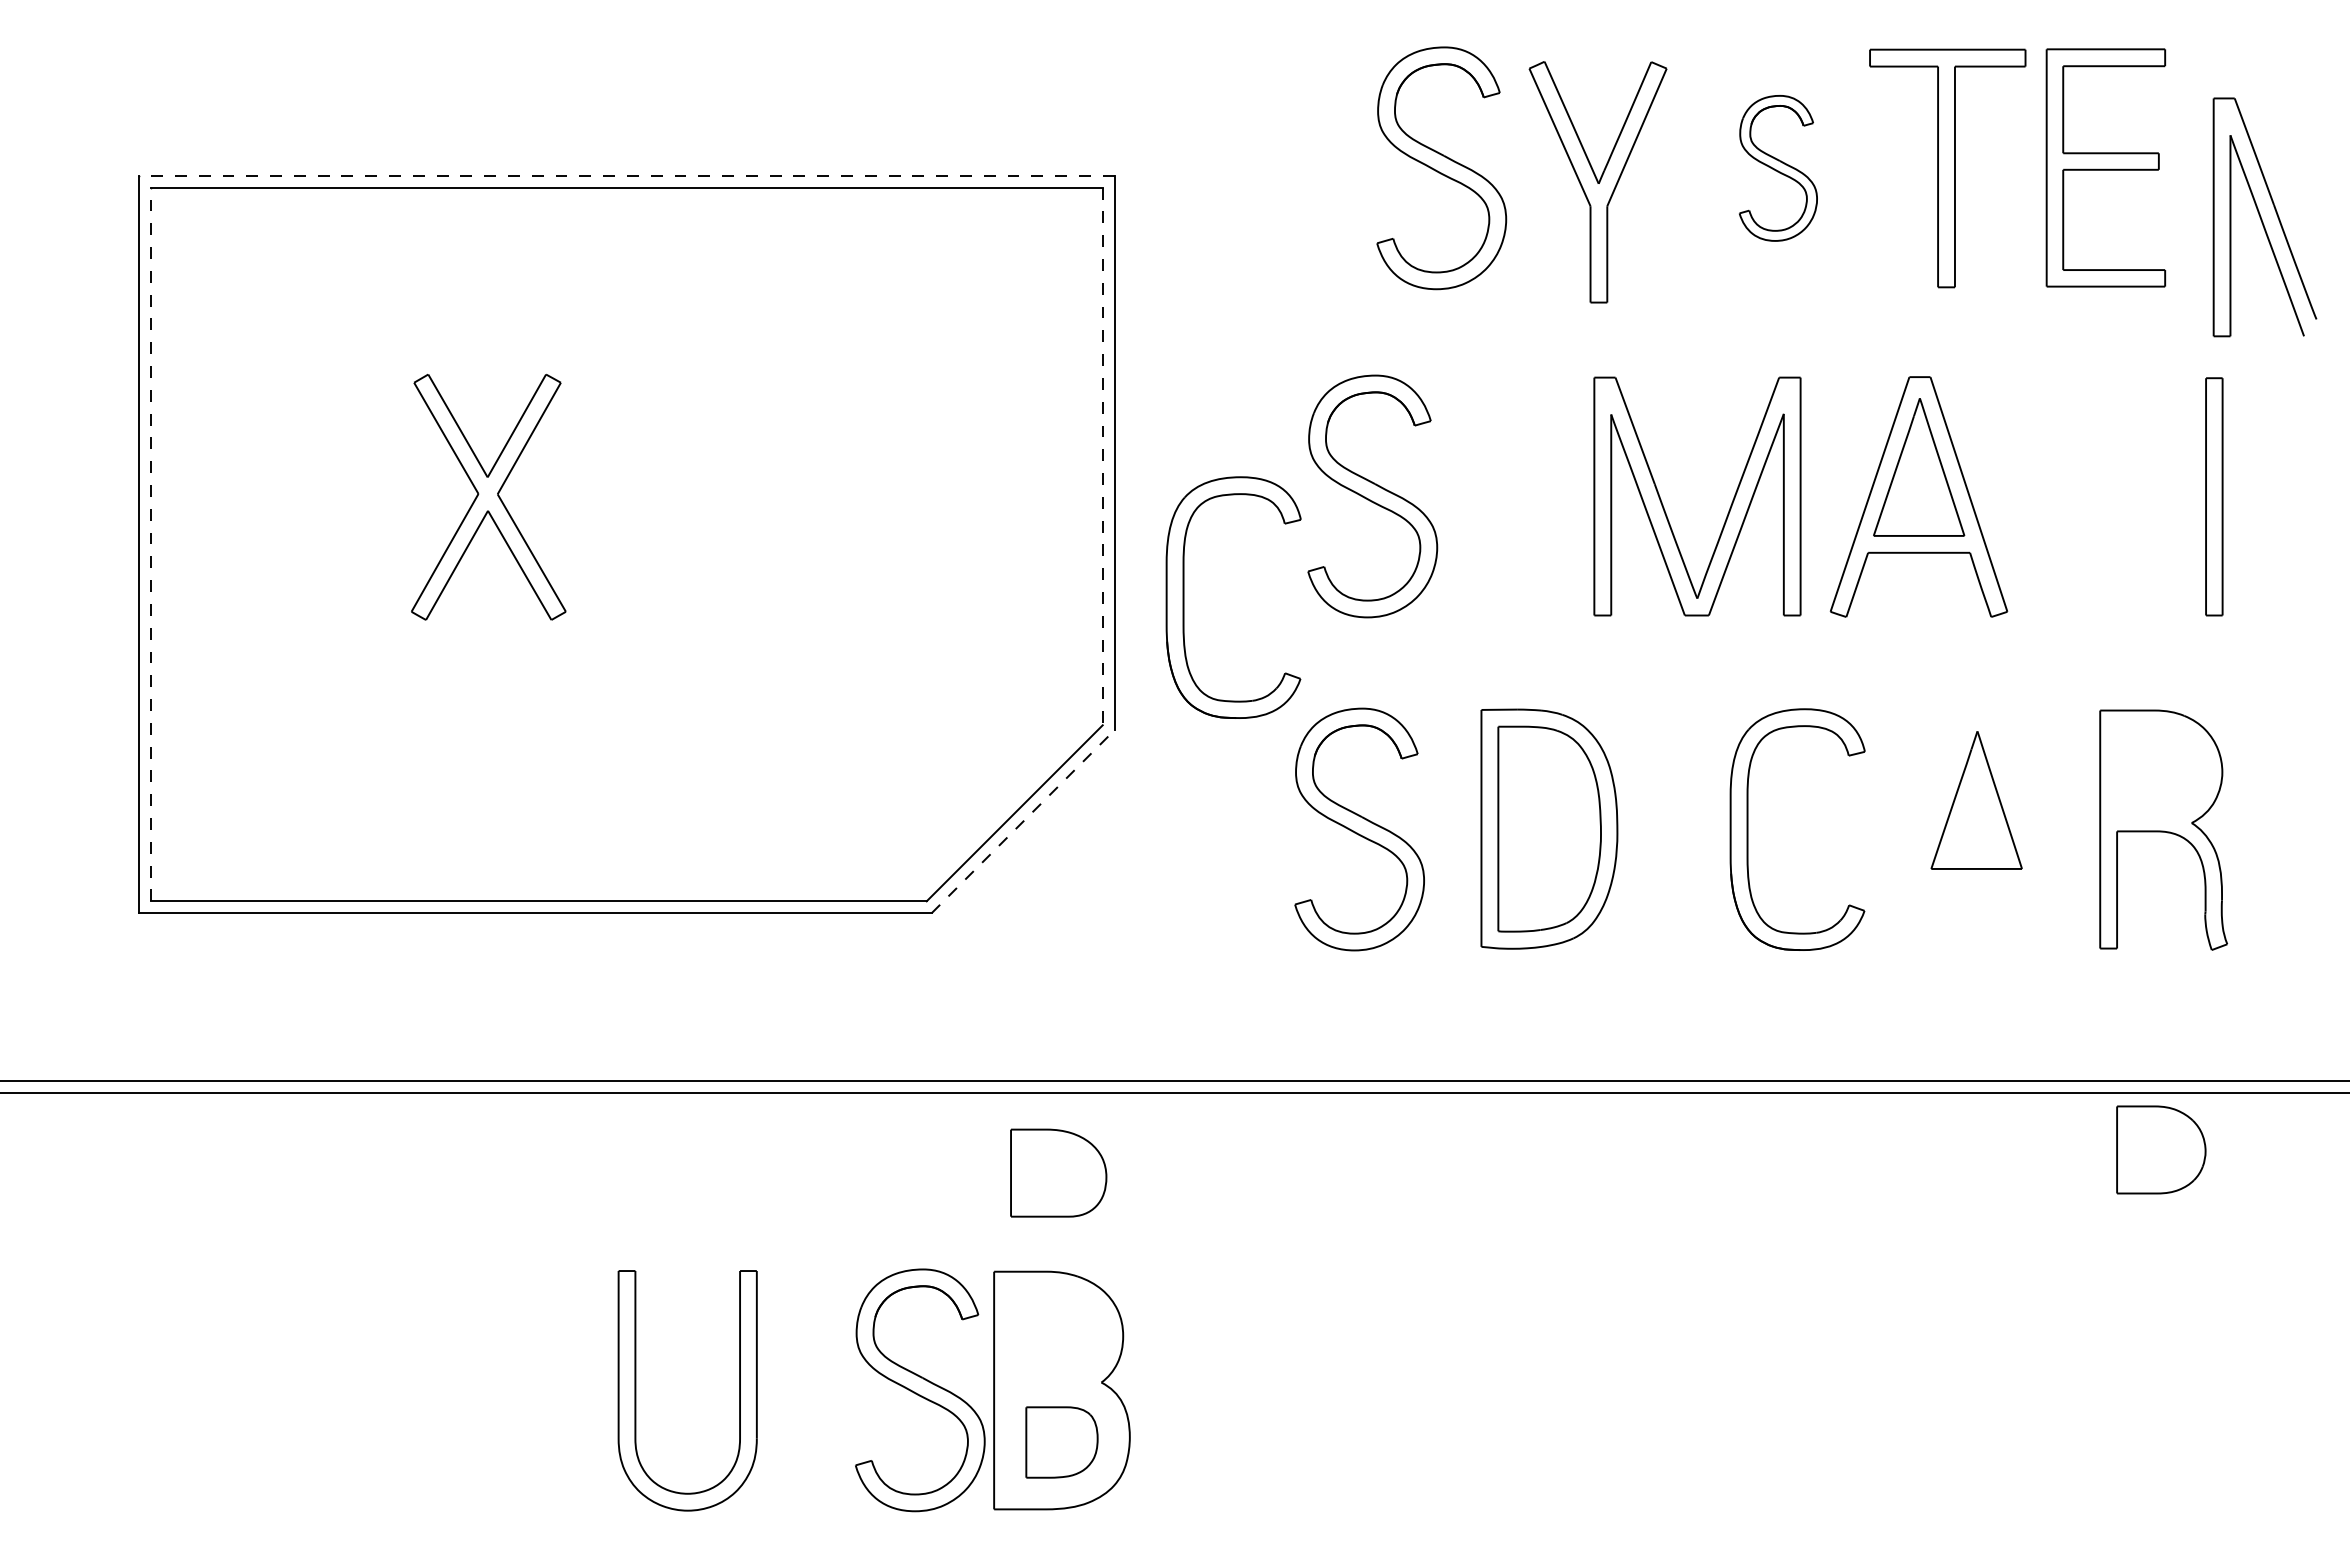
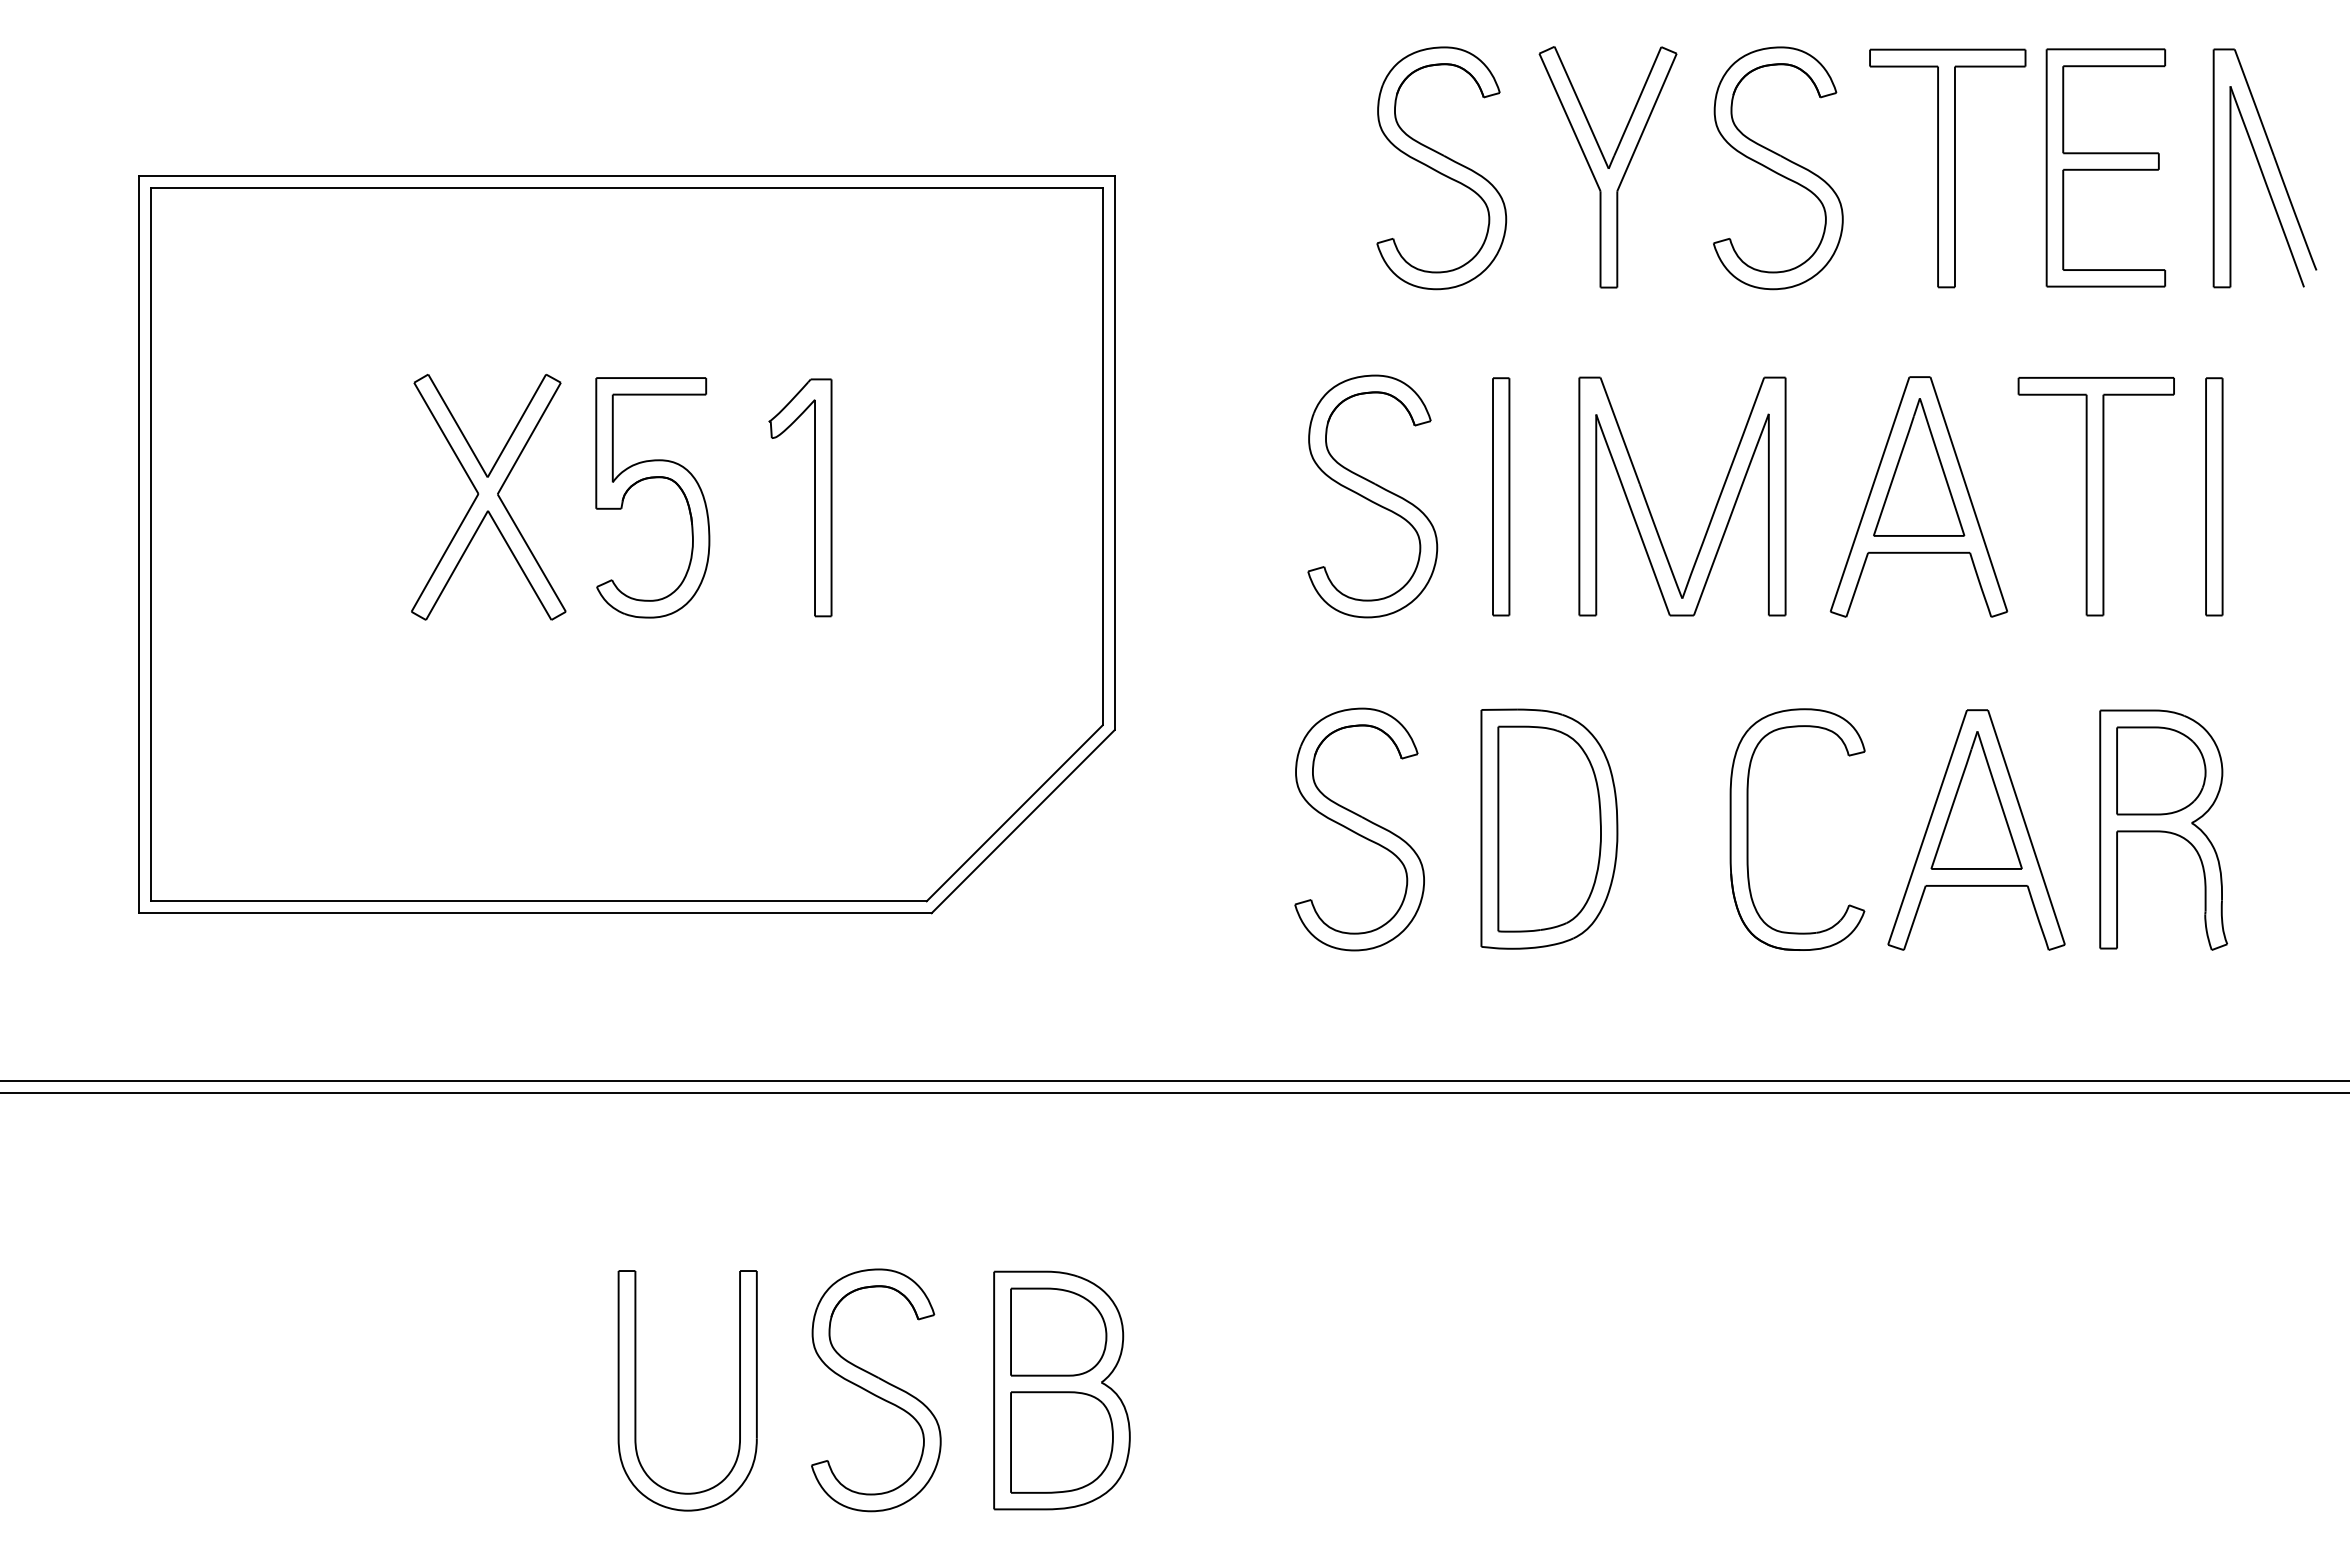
part at (1778, 168) size: 79x147 px -> 131x245 px
line at (626, 175): dashed -> solid
part at (1597, 182) position: (1597, 182) -> (1607, 167)
part at (2264, 217) position: (2264, 217) -> (2264, 168)
line at (1102, 456): dashed -> solid
part at (648, 479): none -> present
part at (1501, 496): none -> present
part at (2095, 496): none -> present
part at (814, 497): none -> present
part at (1729, 507) position: (1729, 507) -> (1714, 507)
line at (151, 544): dashed -> solid
part at (1184, 597): present -> none
line at (1023, 821): dashed -> solid
part at (1976, 829): none -> present
part at (2161, 1149) position: (2161, 1149) -> (2161, 770)
part at (1058, 1172) position: (1058, 1172) -> (1058, 1331)
part at (920, 1390) position: (920, 1390) -> (876, 1390)
part at (1061, 1442) size: 74x73 px -> 104x103 px
